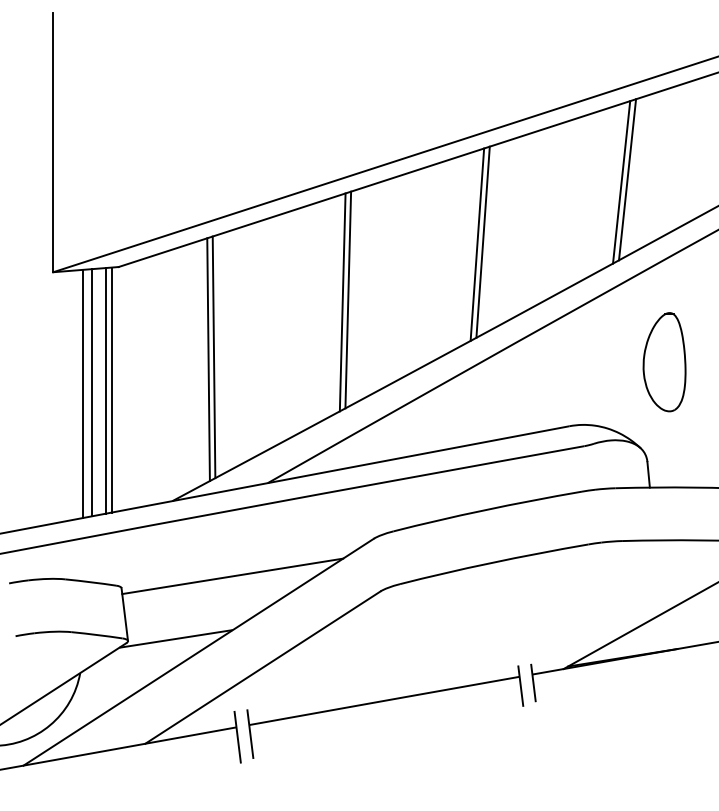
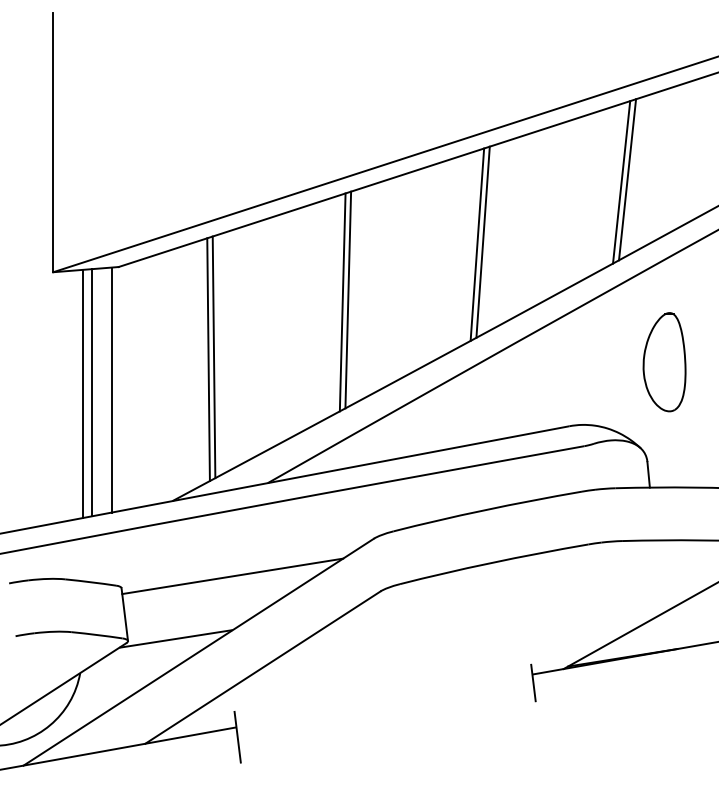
line at (106, 390): present -> none
part at (382, 702): present -> none
